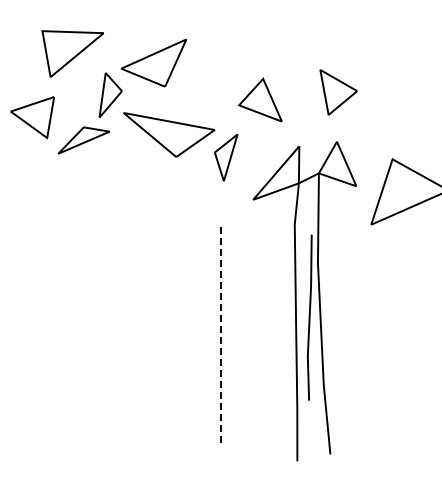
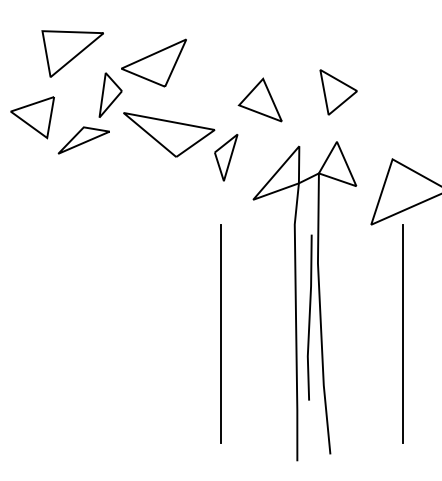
line at (221, 334): dashed -> solid
line at (403, 334): none -> present
